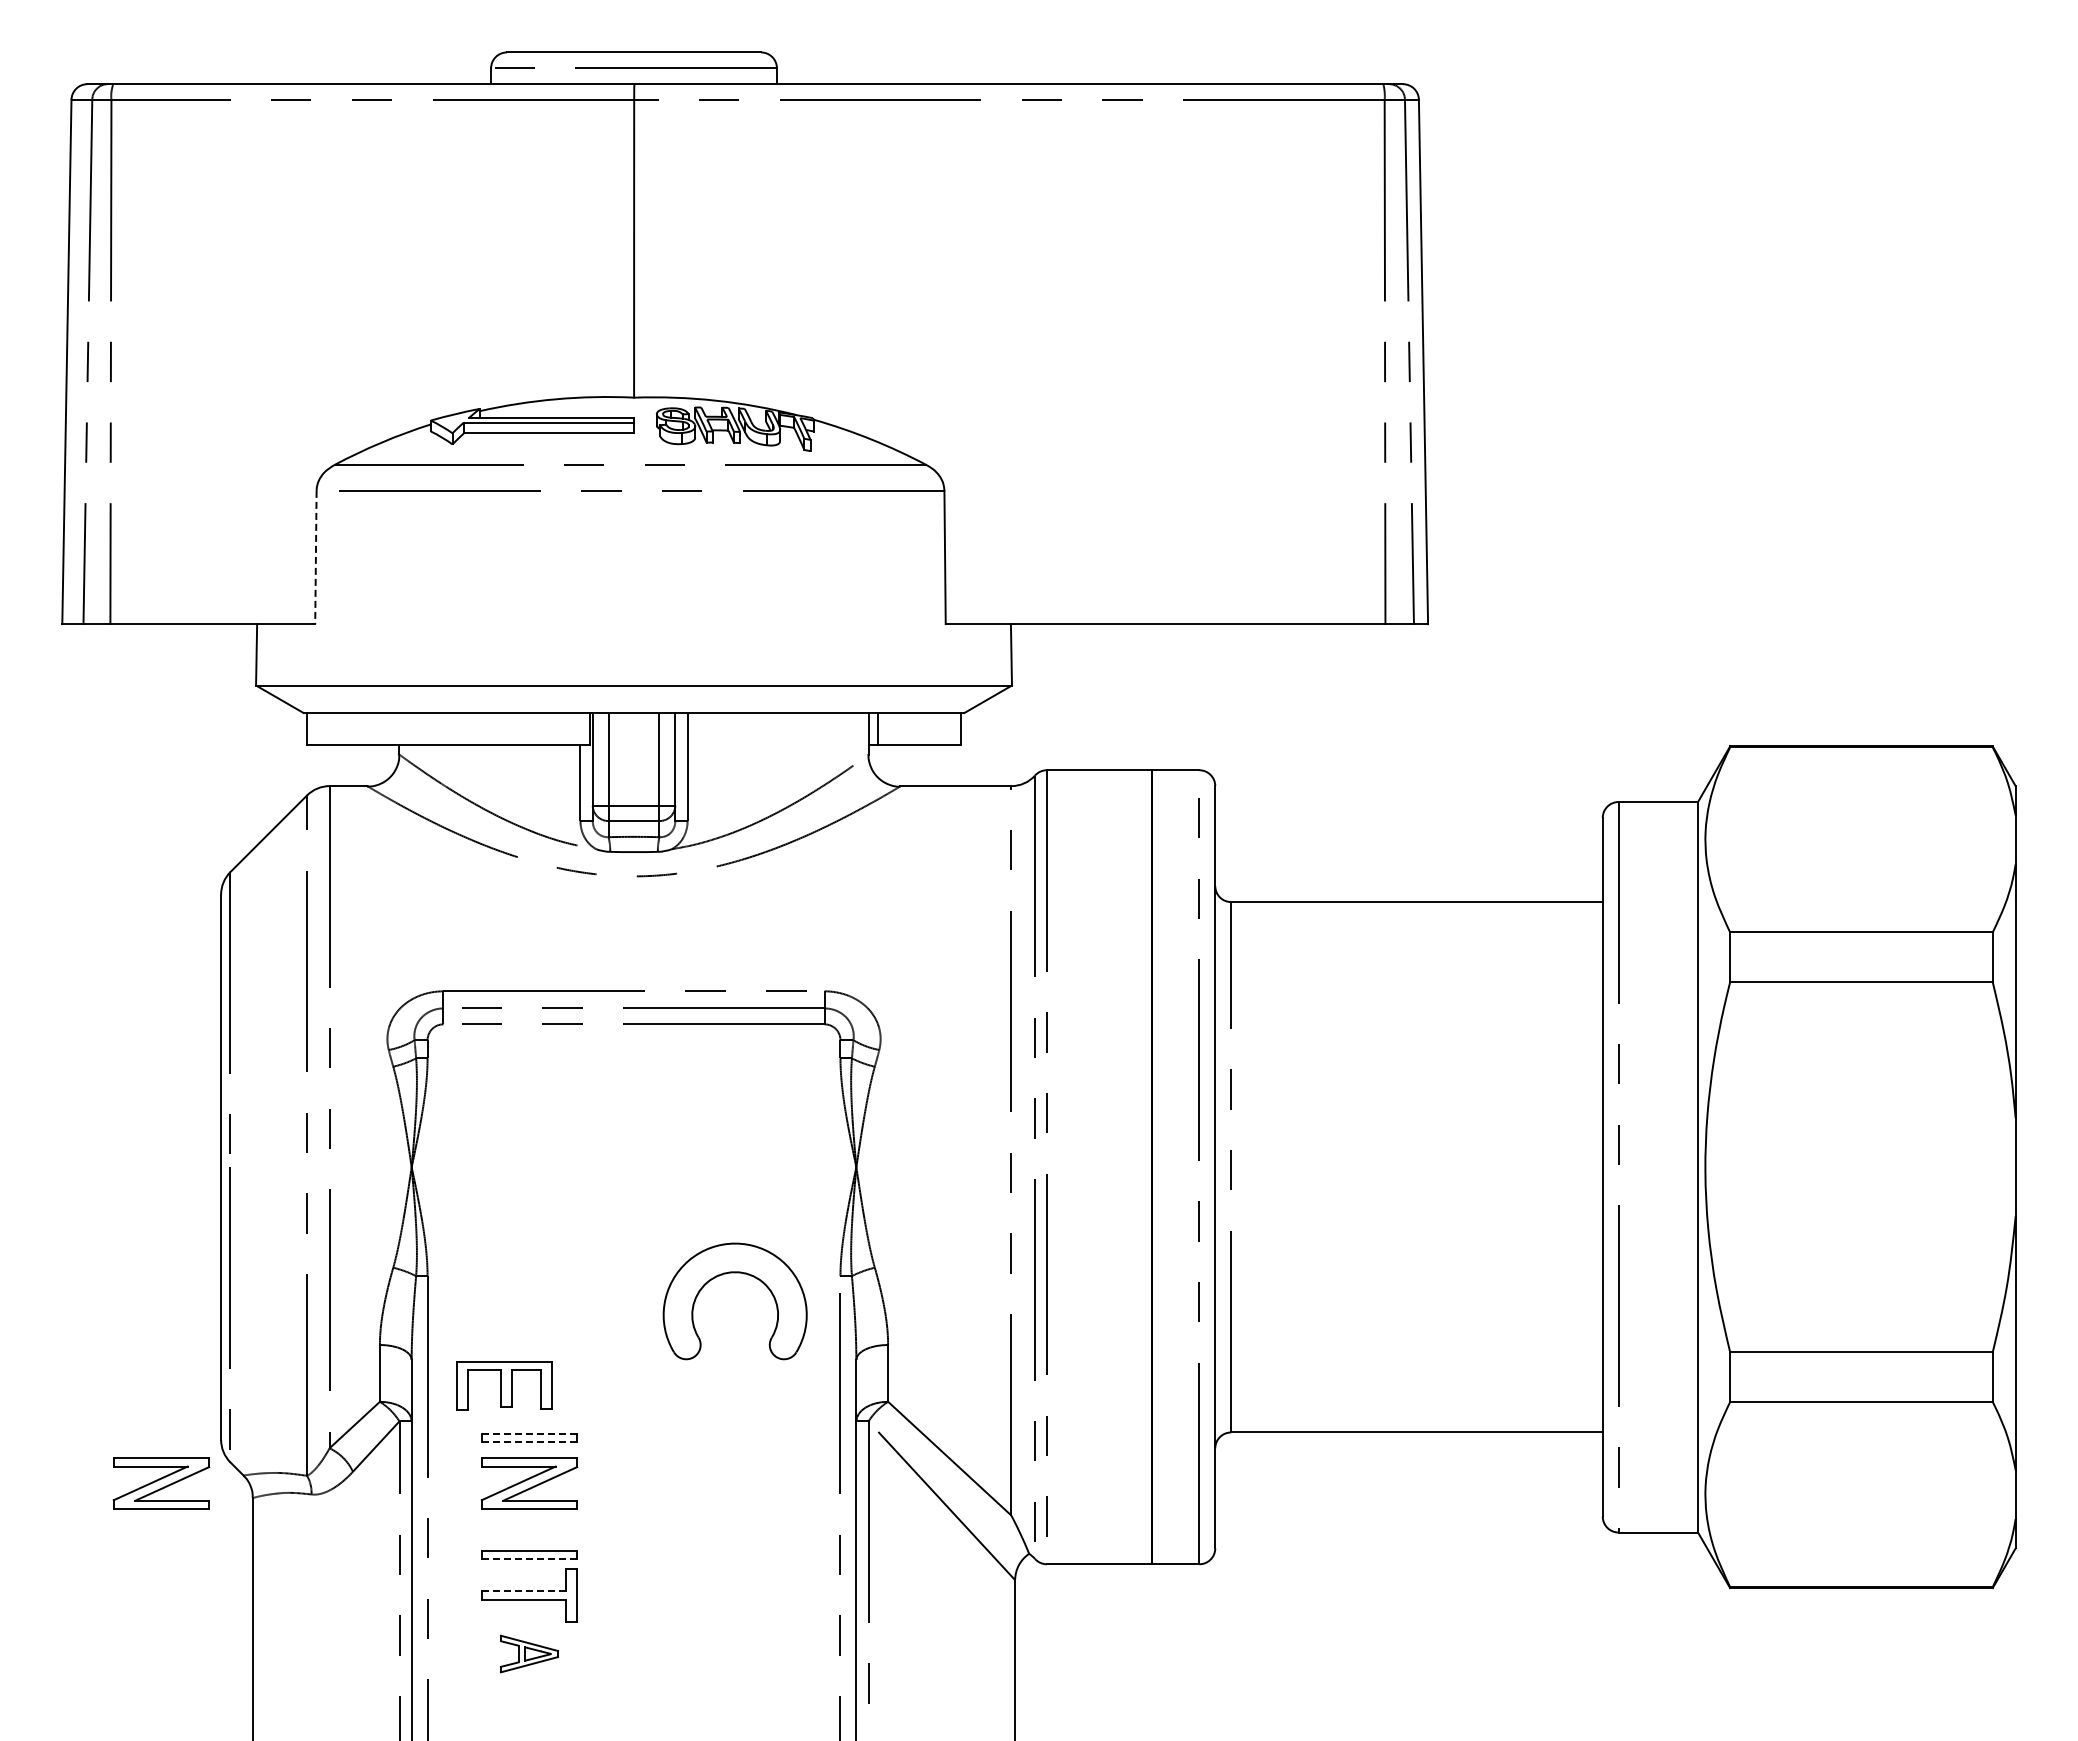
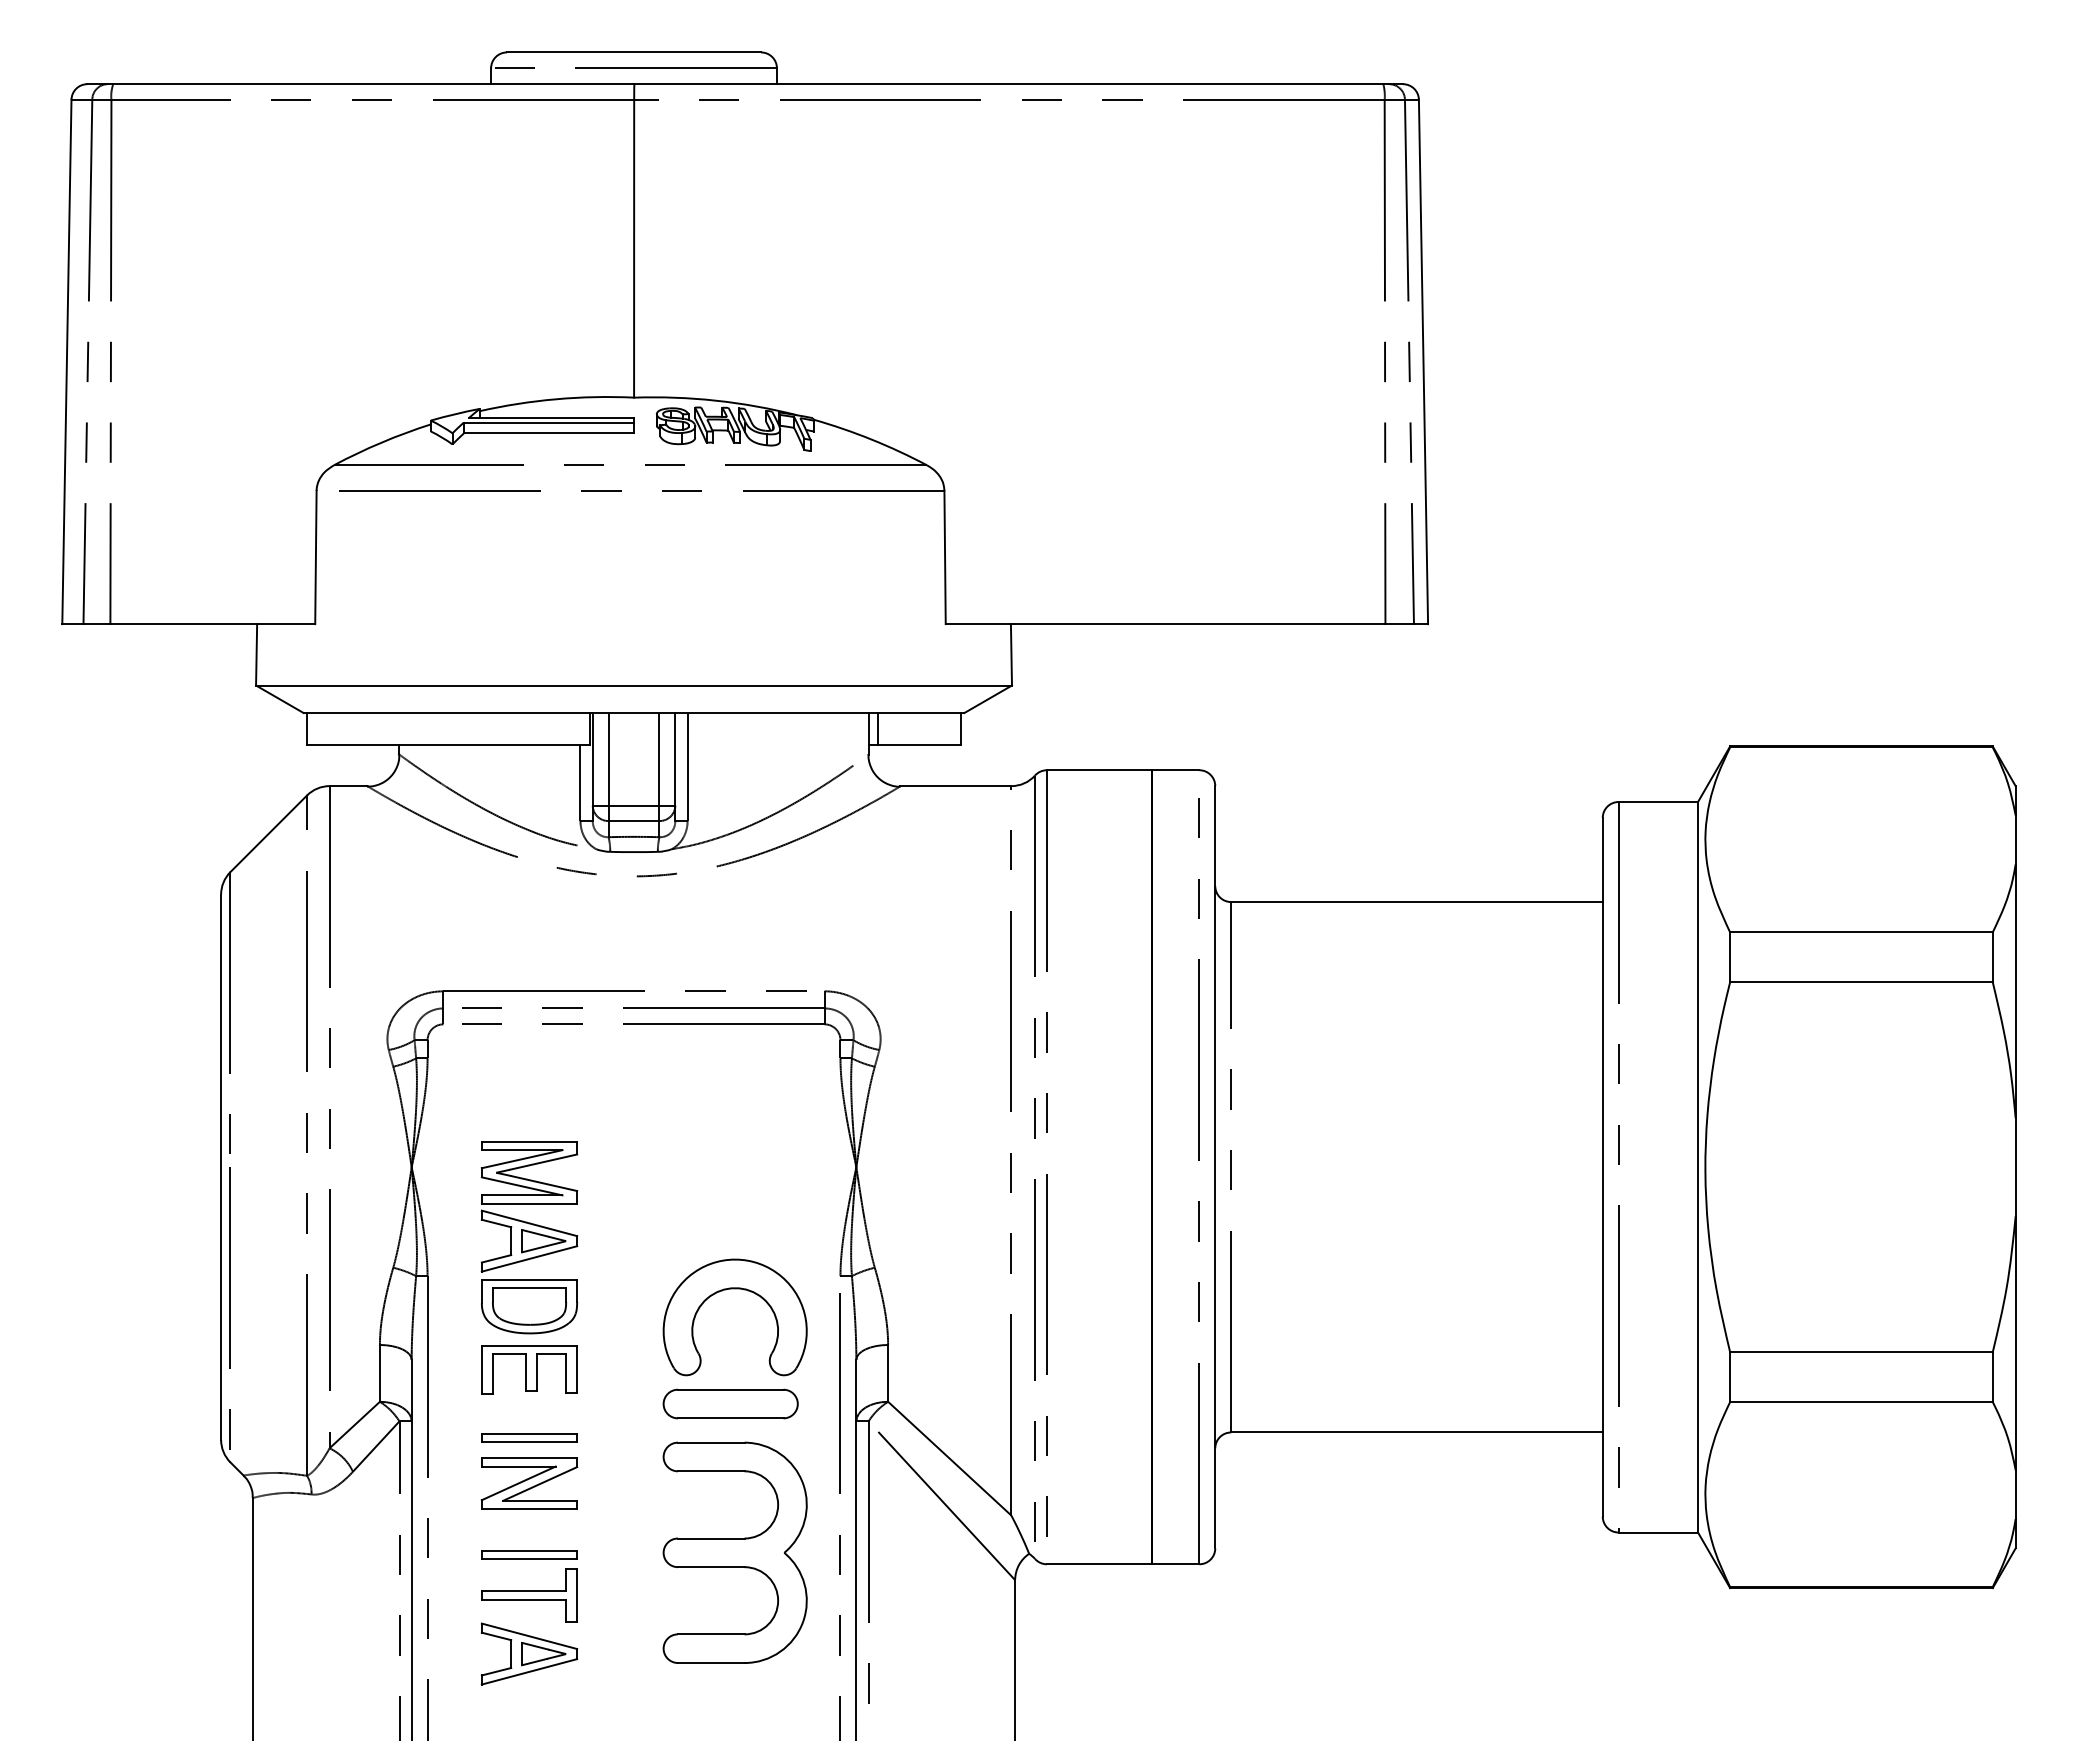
line at (315, 557): dashed -> solid
part at (529, 1237): none -> present
part at (734, 1273) position: (734, 1273) -> (734, 1289)
part at (504, 1385) position: (504, 1385) -> (529, 1369)
part at (730, 1403): none -> present
line at (529, 1433): dashed -> solid
line at (529, 1442): dashed -> solid
part at (161, 1483): present -> none
part at (734, 1552): none -> present
line at (529, 1559): dashed -> solid
line at (524, 1591): dashed -> solid
part at (529, 1653) size: 61x40 px -> 99x64 px
